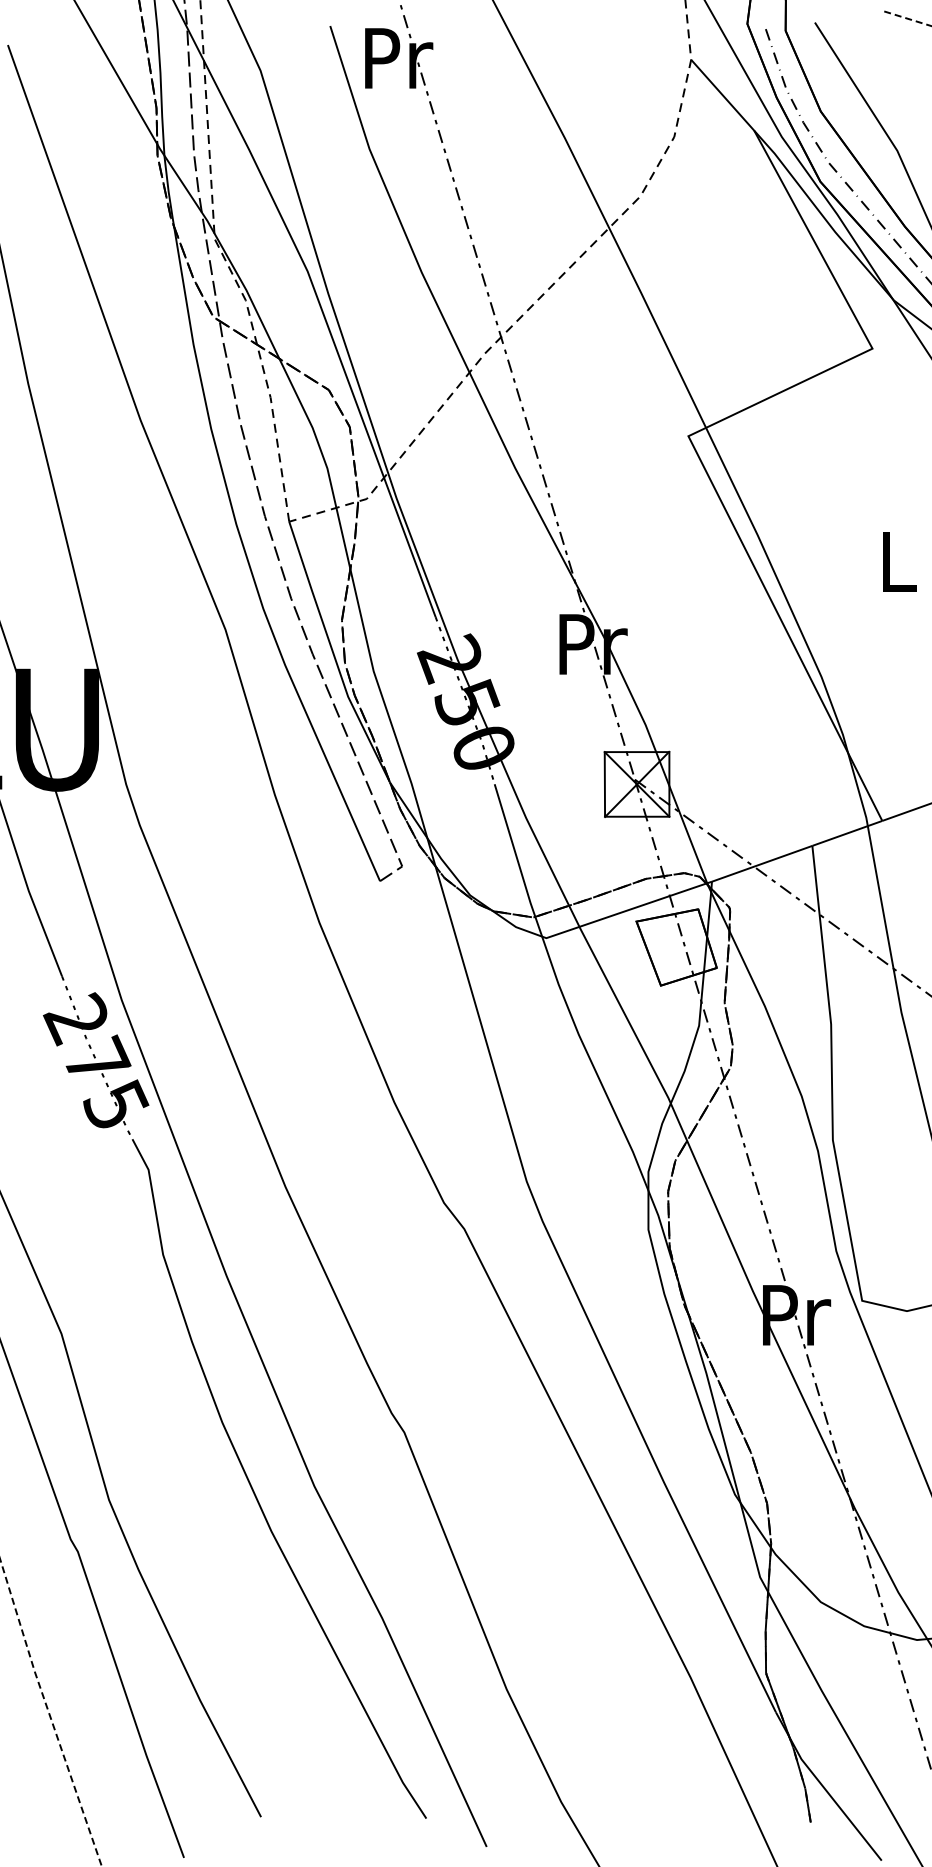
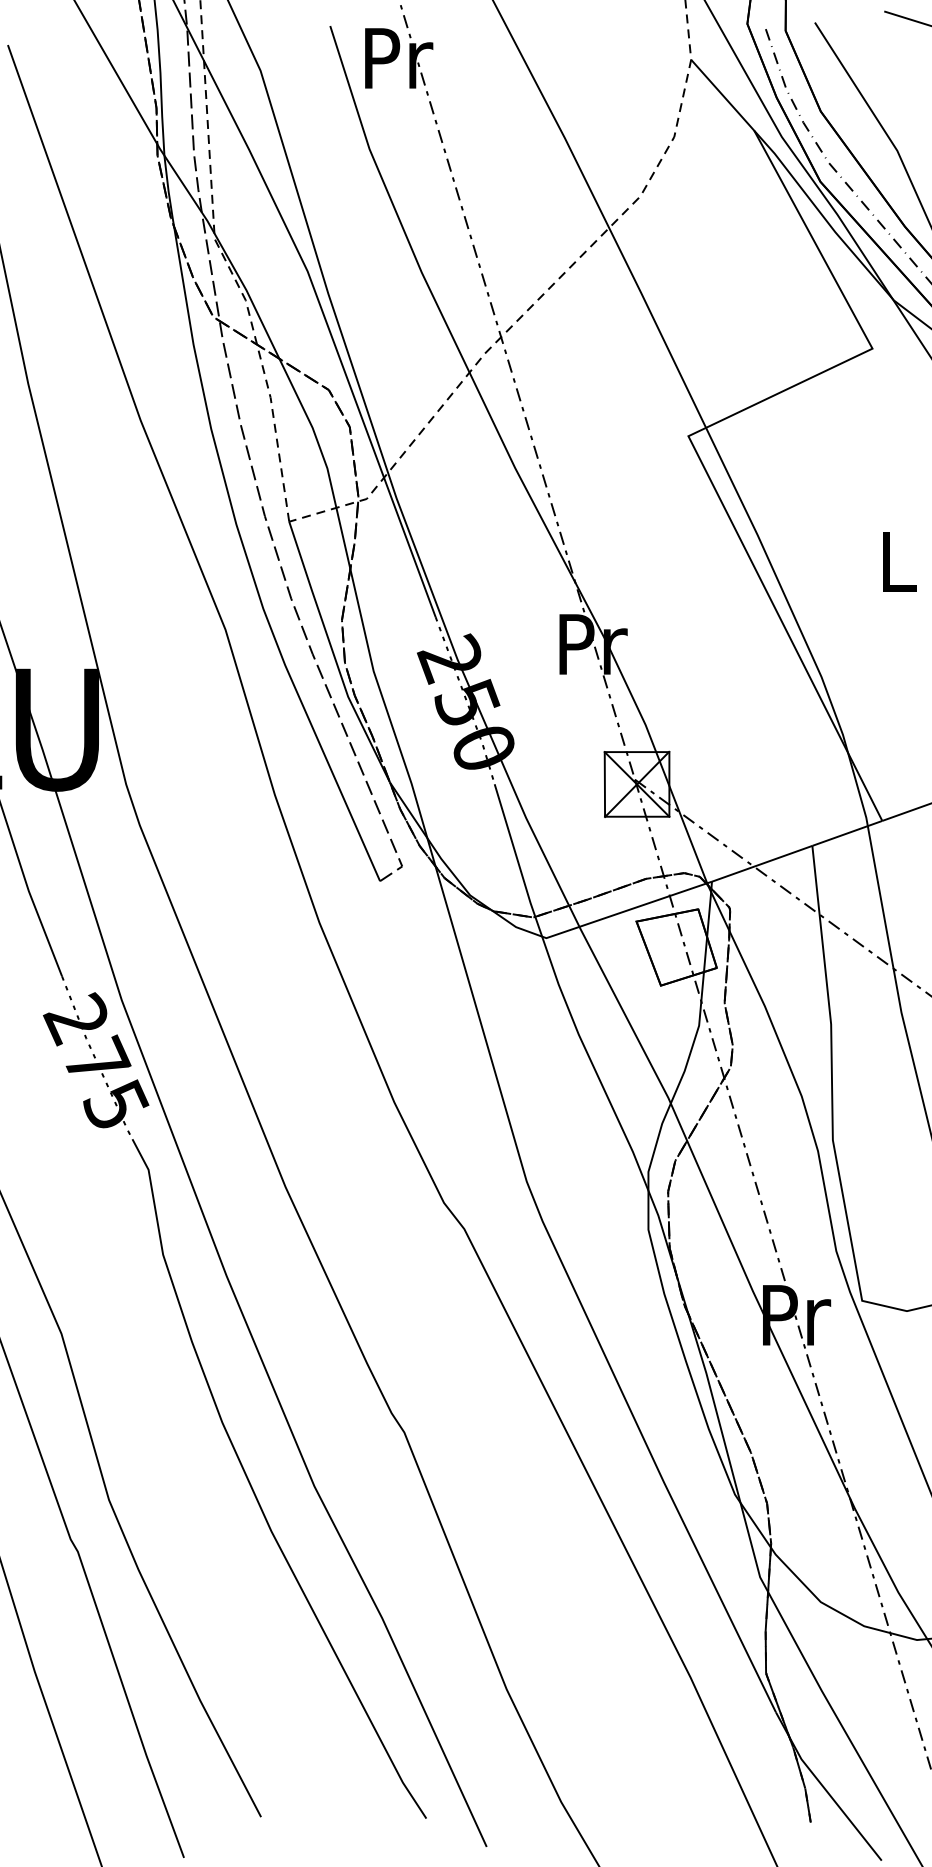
line at (908, 18): dashed -> solid
line at (49, 1713): dashed -> solid
